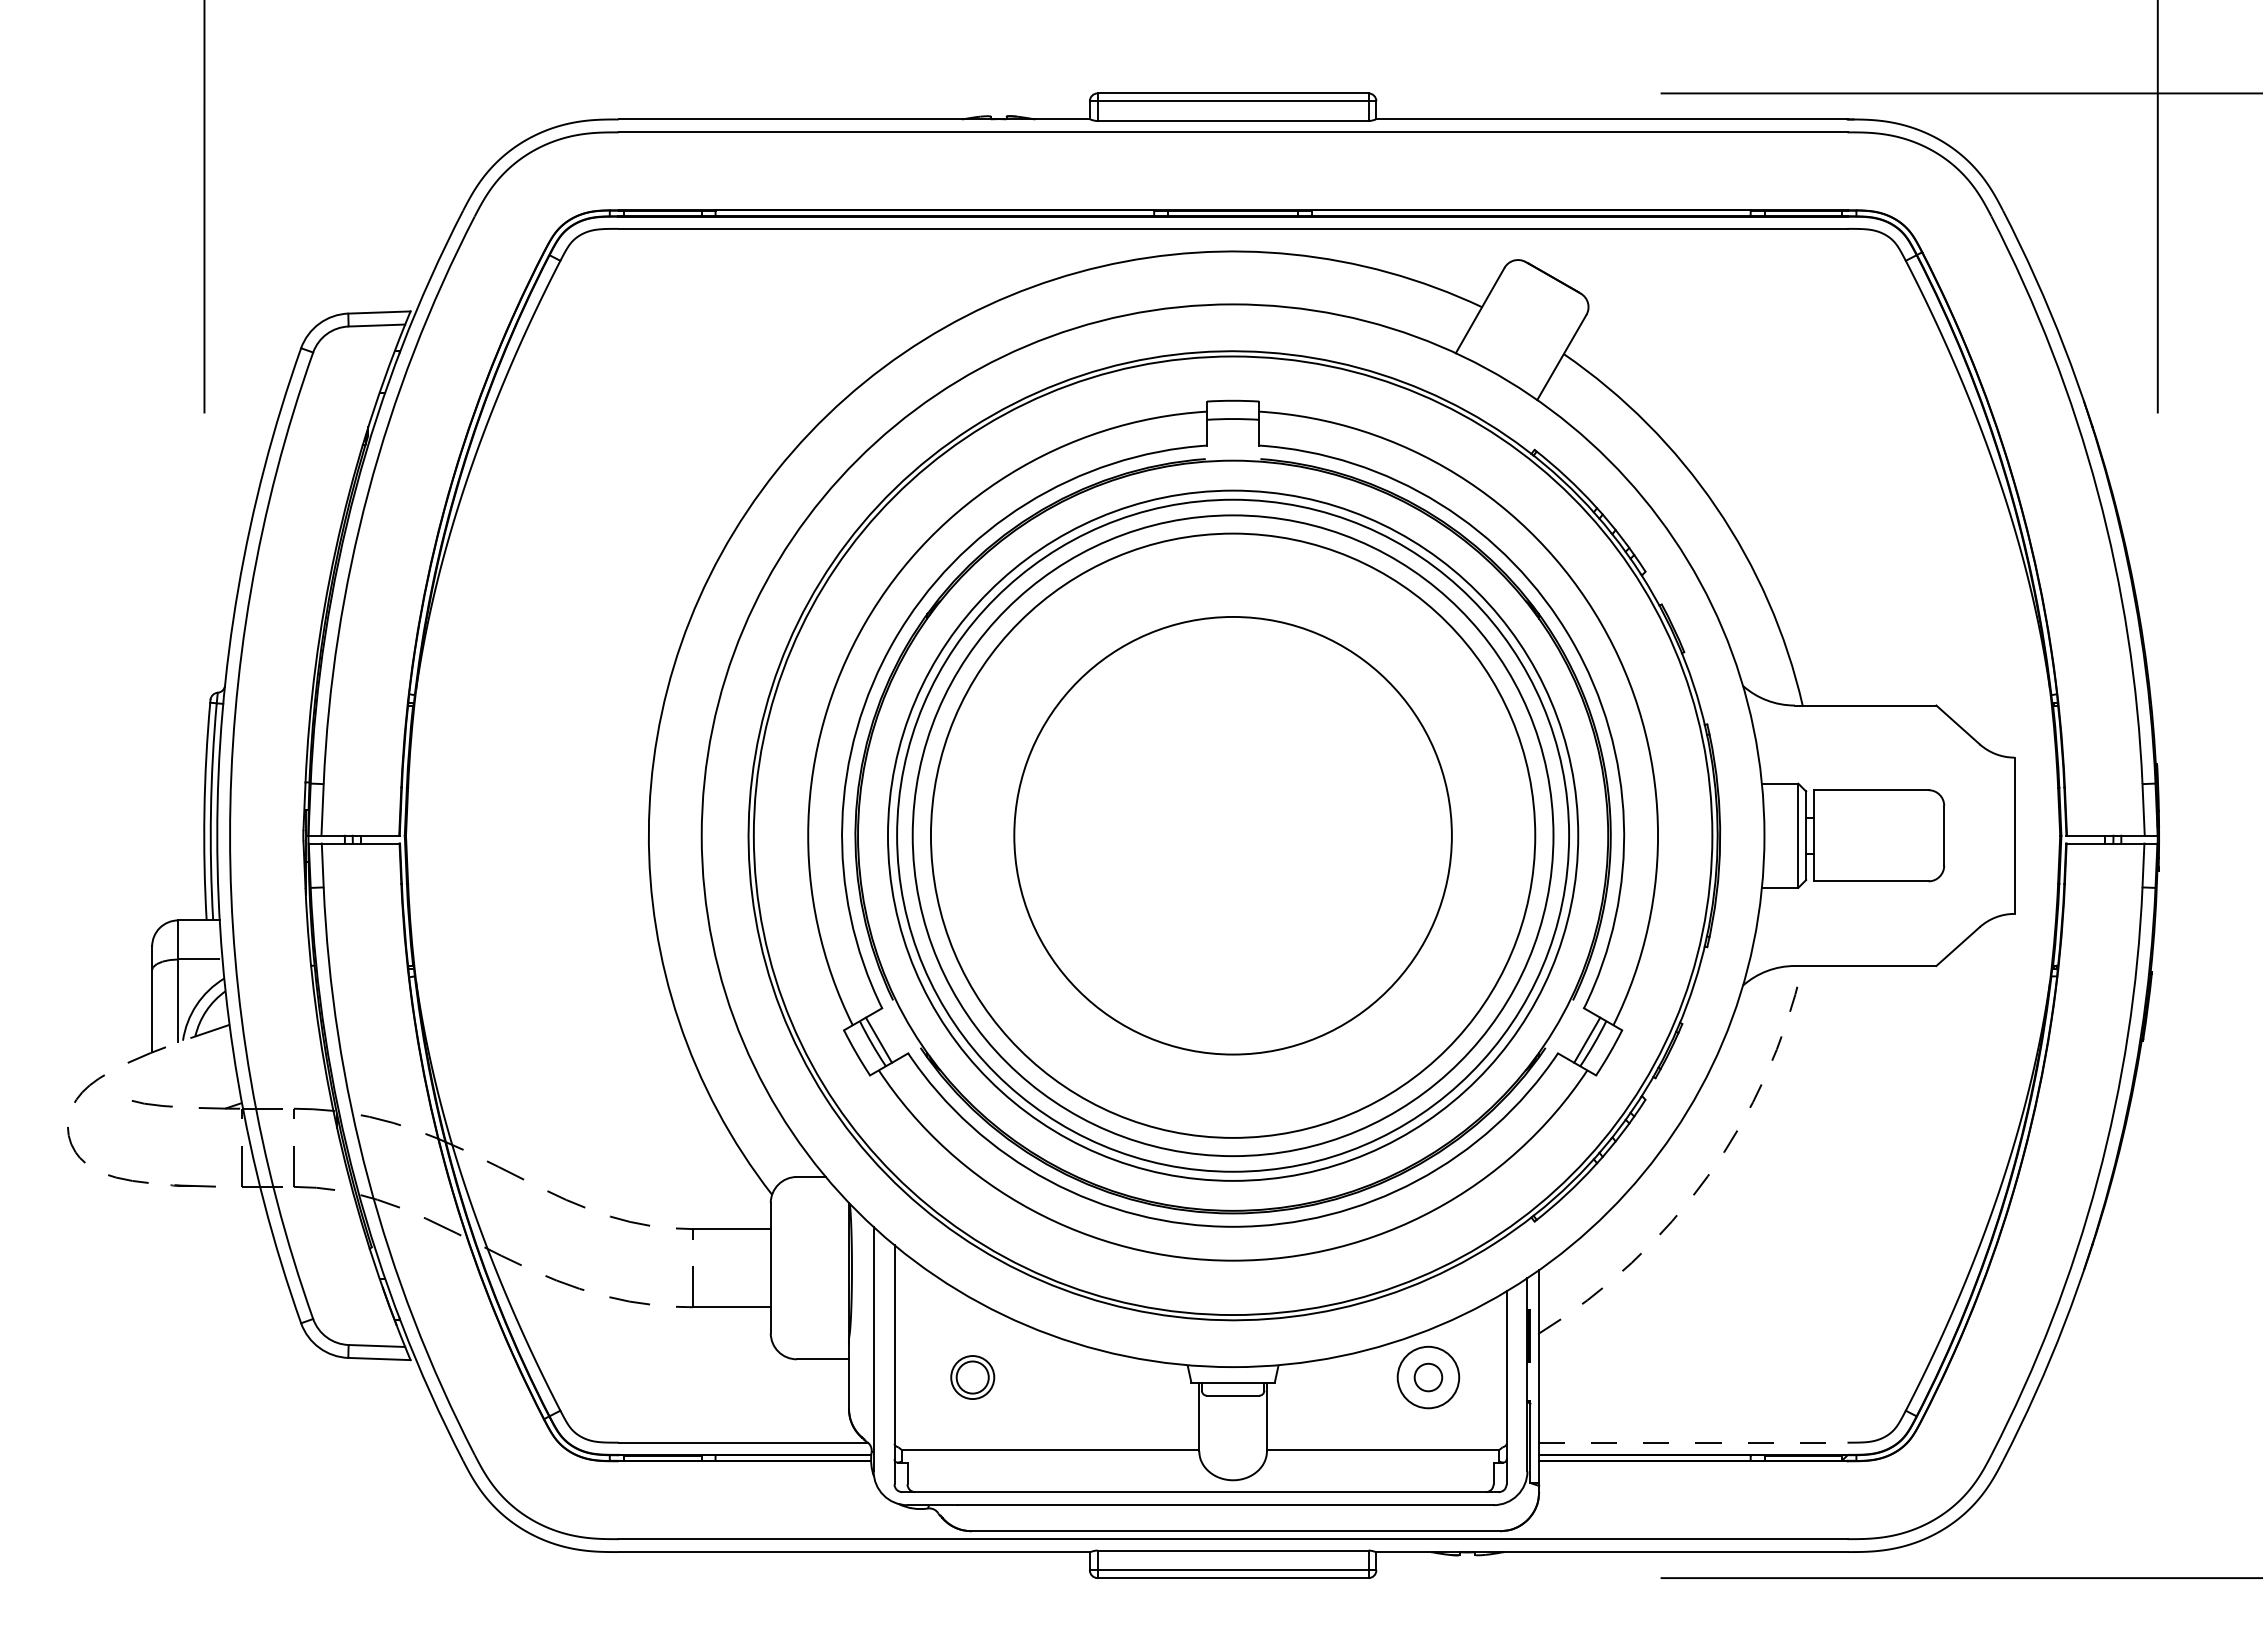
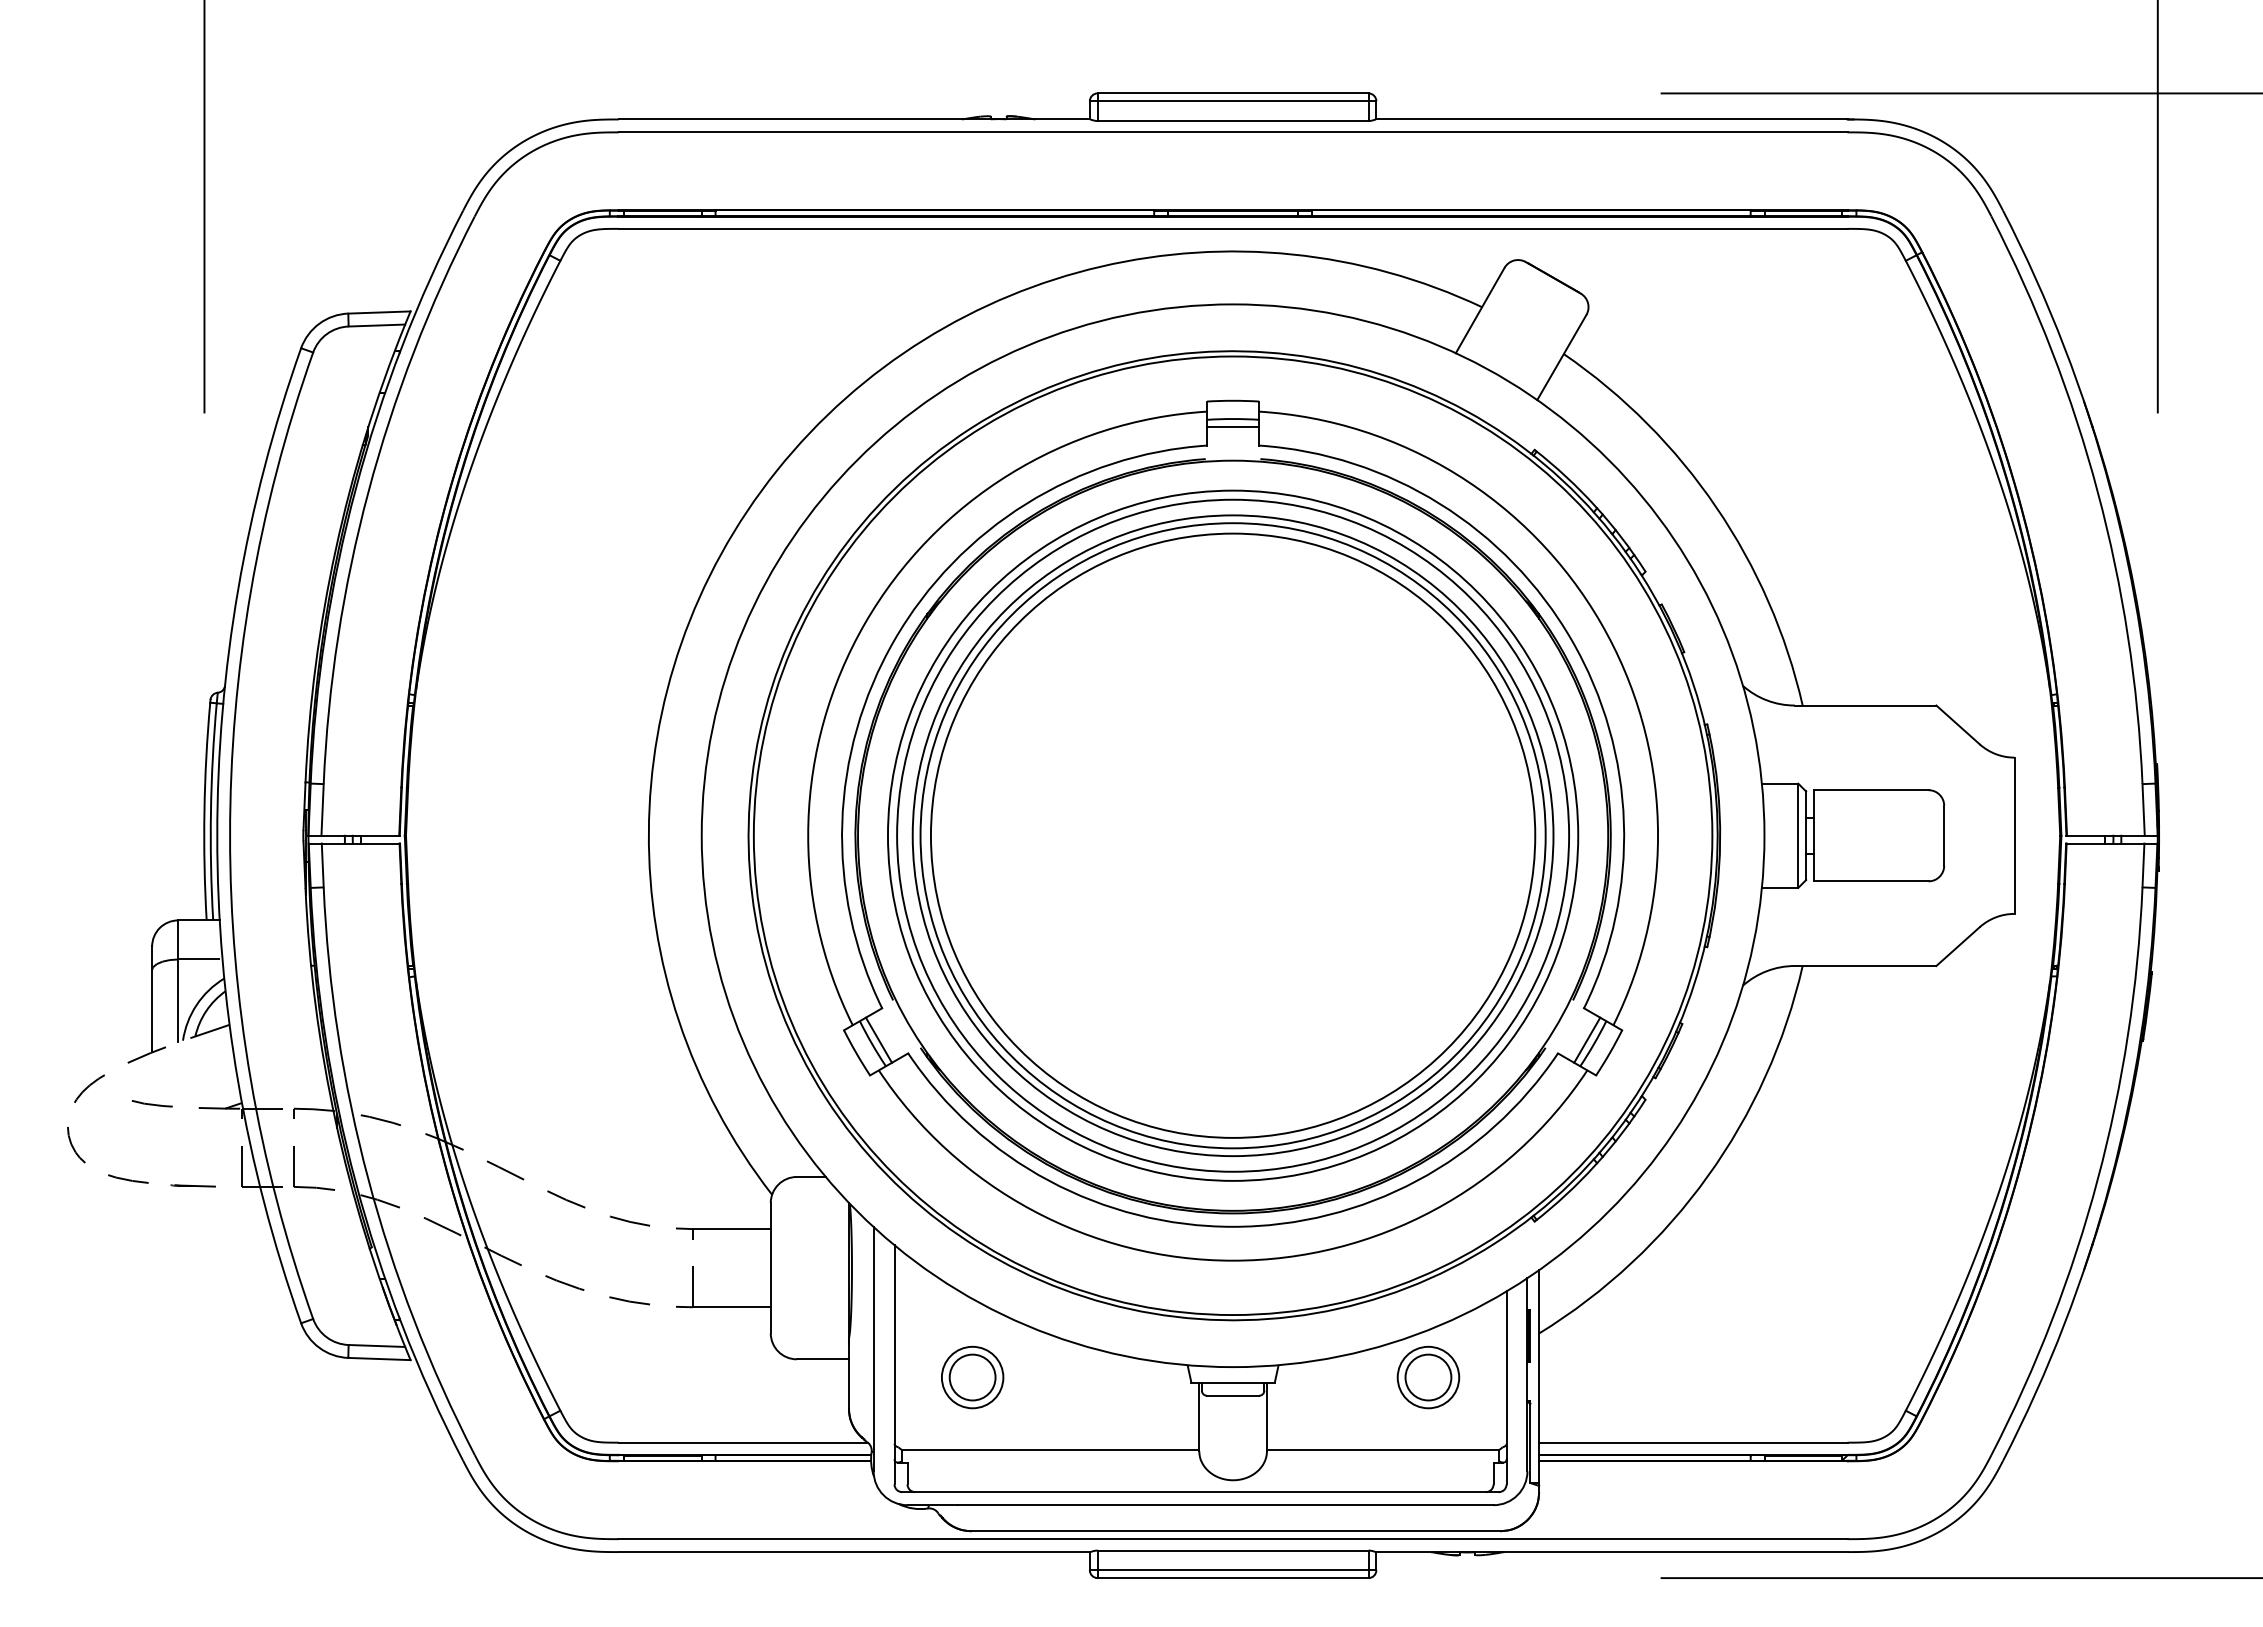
line at (1233, 426): none -> present
circle at (1232, 835) diameter: 438 px -> 625 px
arc at (1707, 1176): dashed -> solid
part at (972, 1377) size: 46x45 px -> 64x65 px
circle at (1428, 1377) diameter: 28 px -> 46 px
line at (1693, 1442): dashed -> solid
